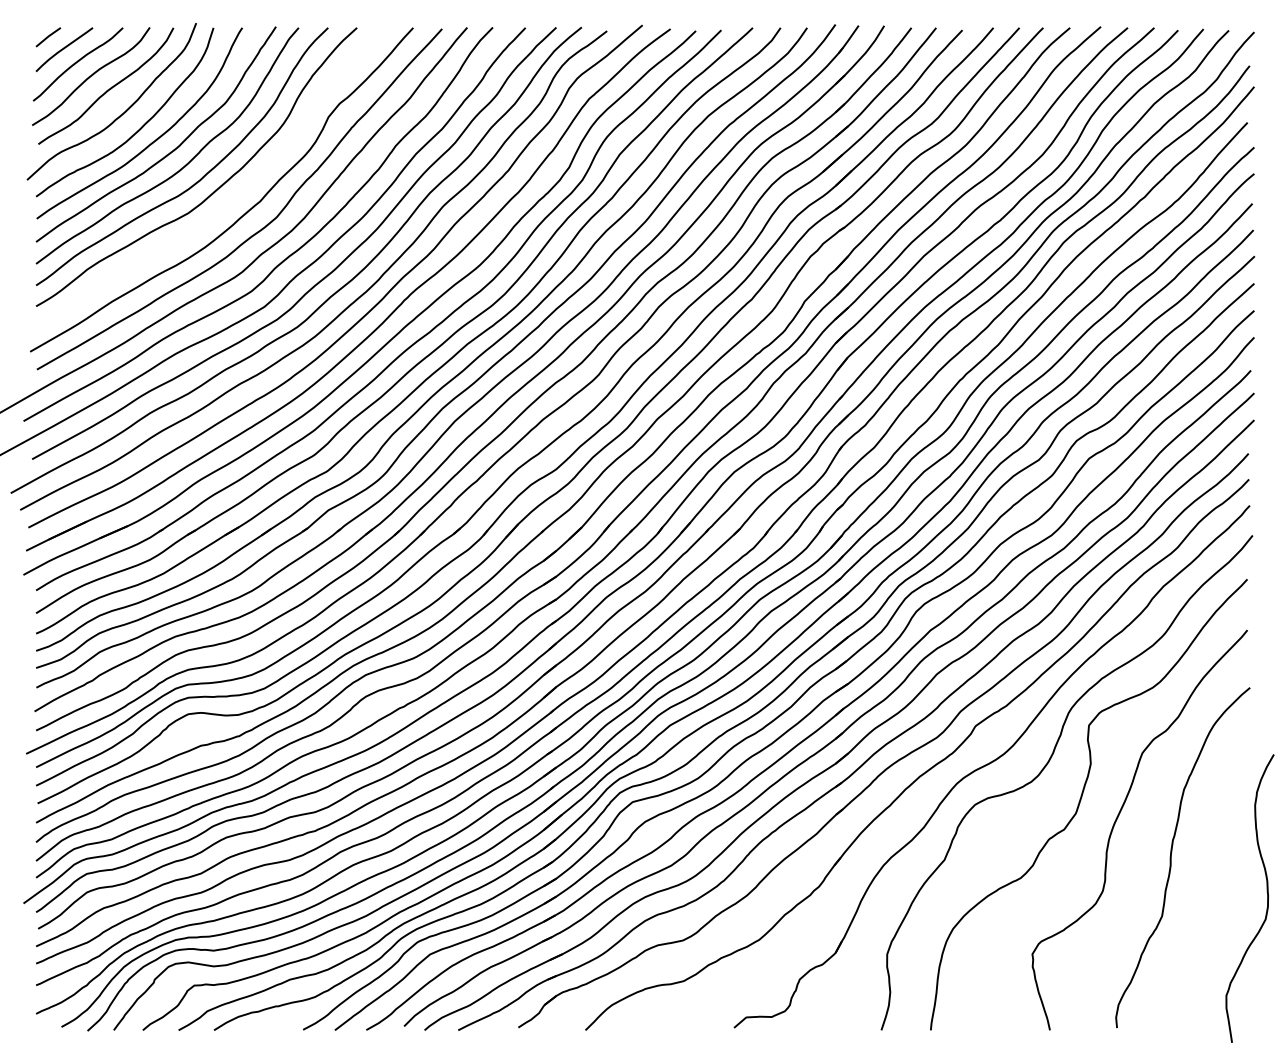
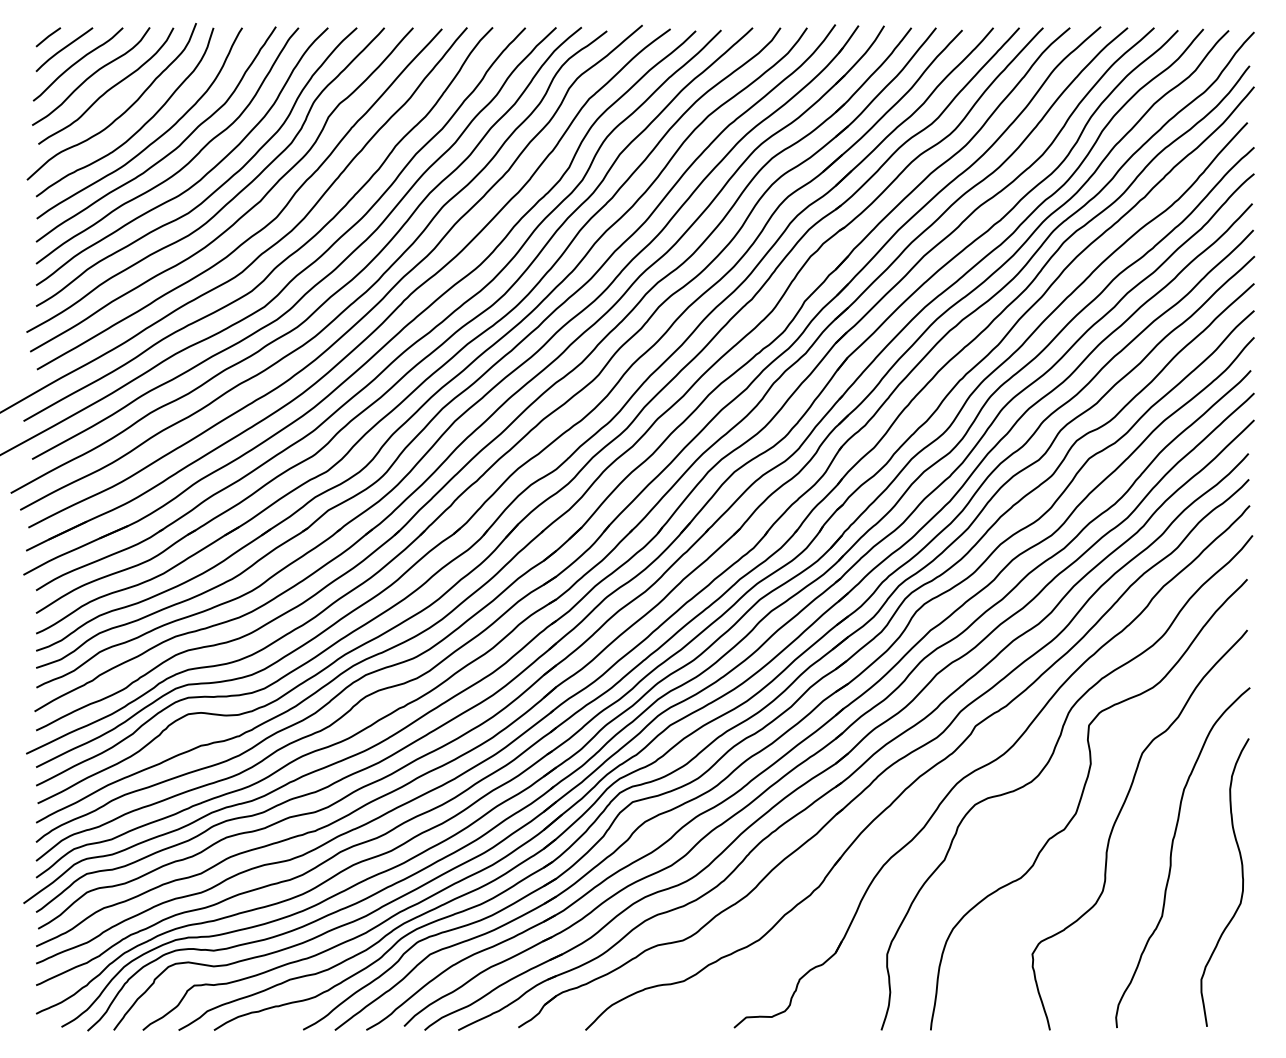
curve at (223, 205): none -> present
curve at (1267, 898) position: (1267, 898) -> (1242, 882)
